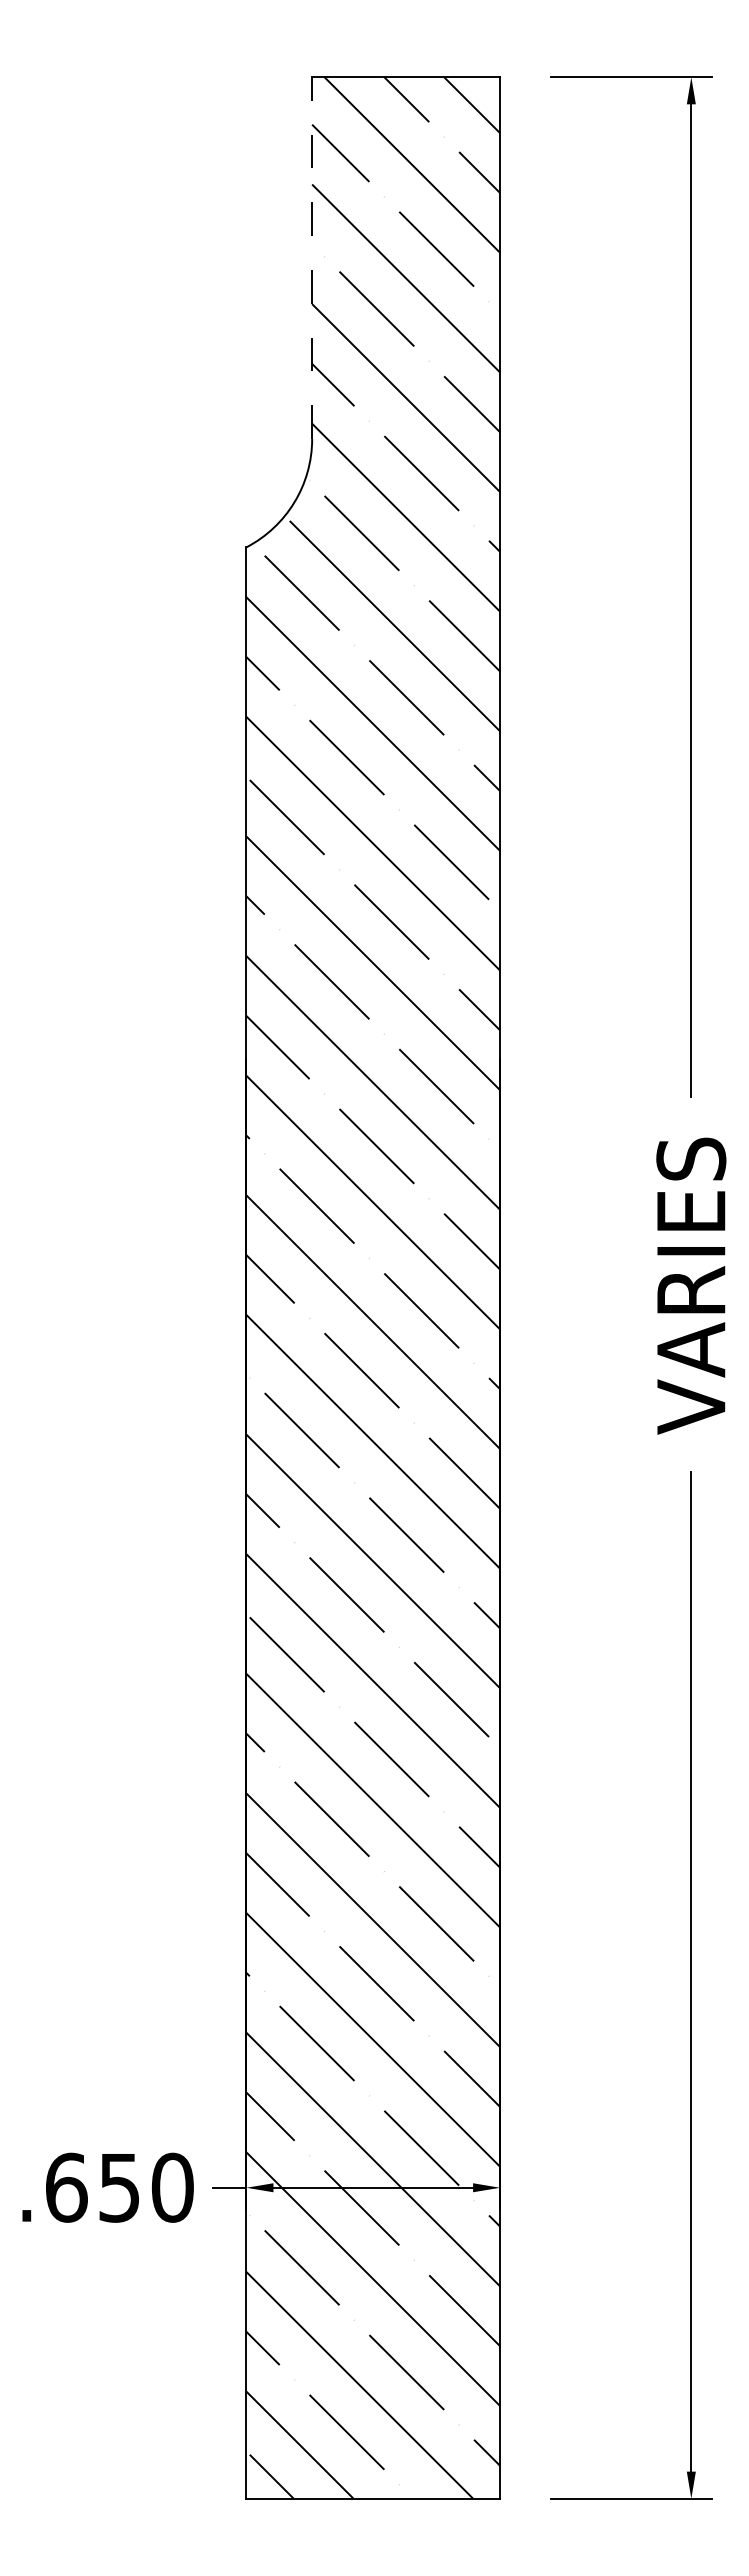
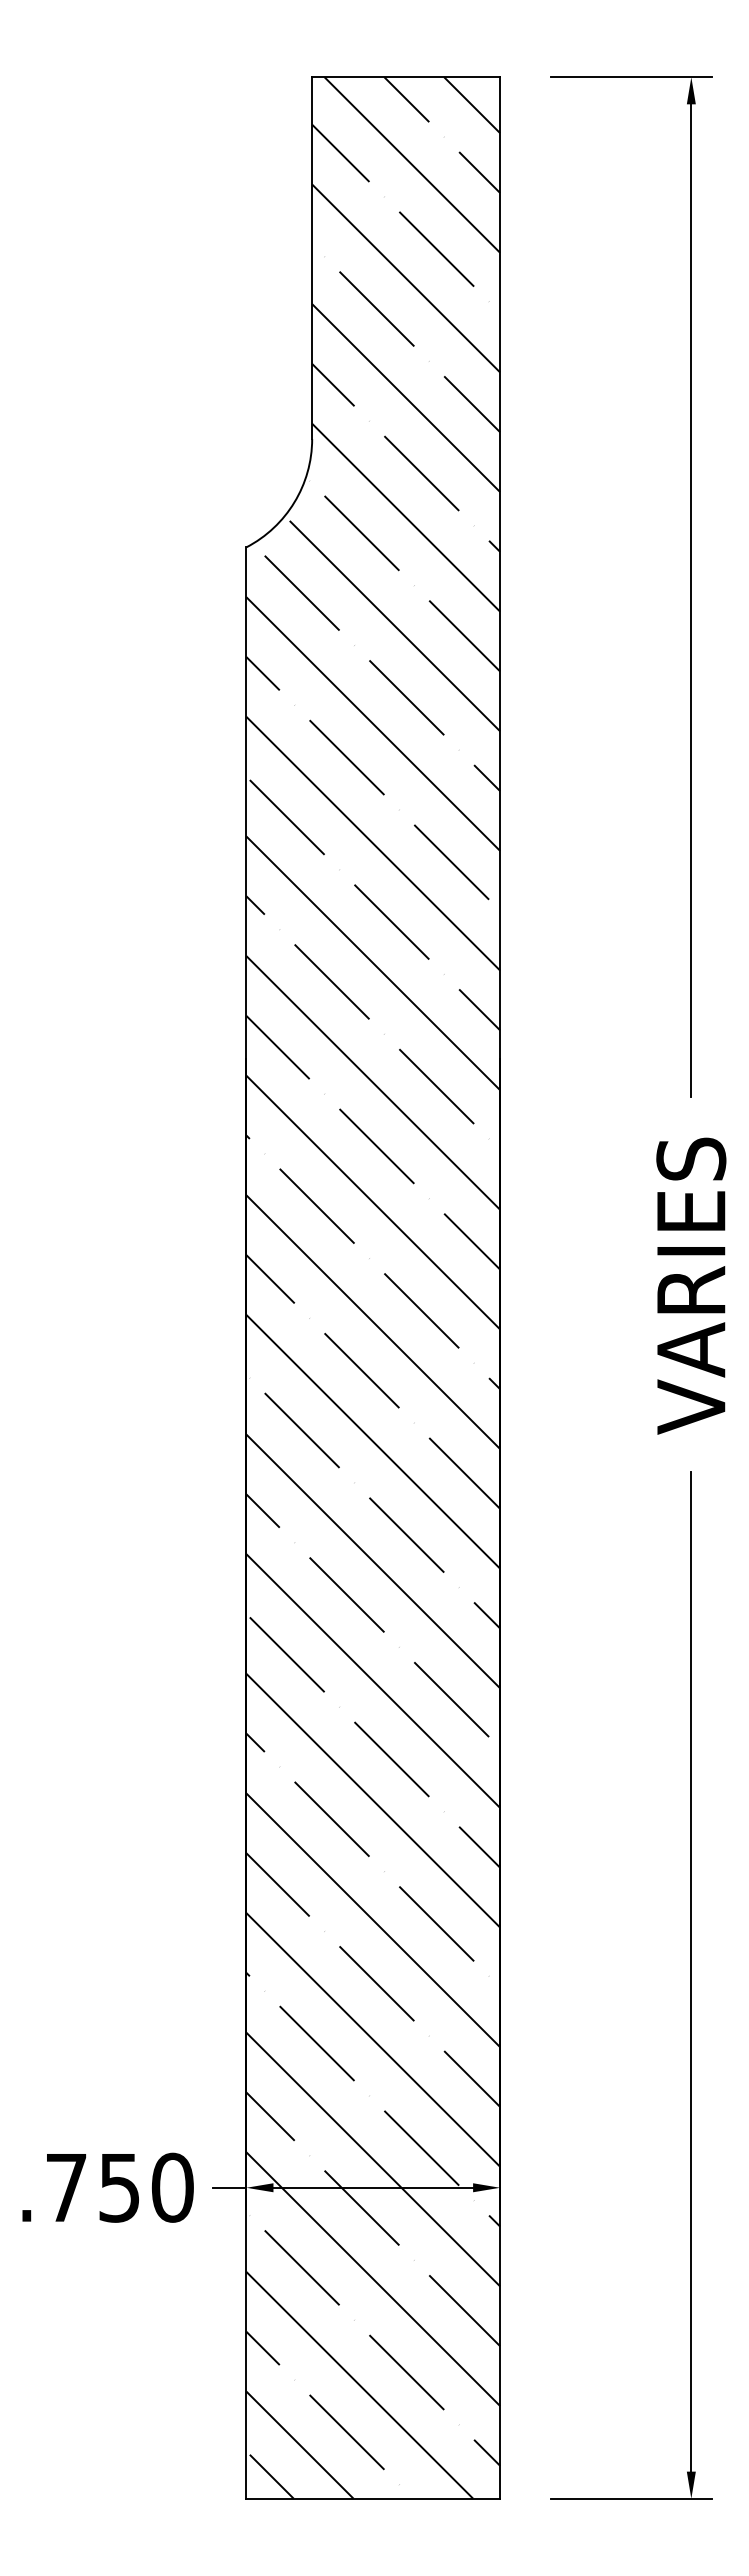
line at (312, 258): dashed -> solid
text at (66, 2187): .650 -> .750
